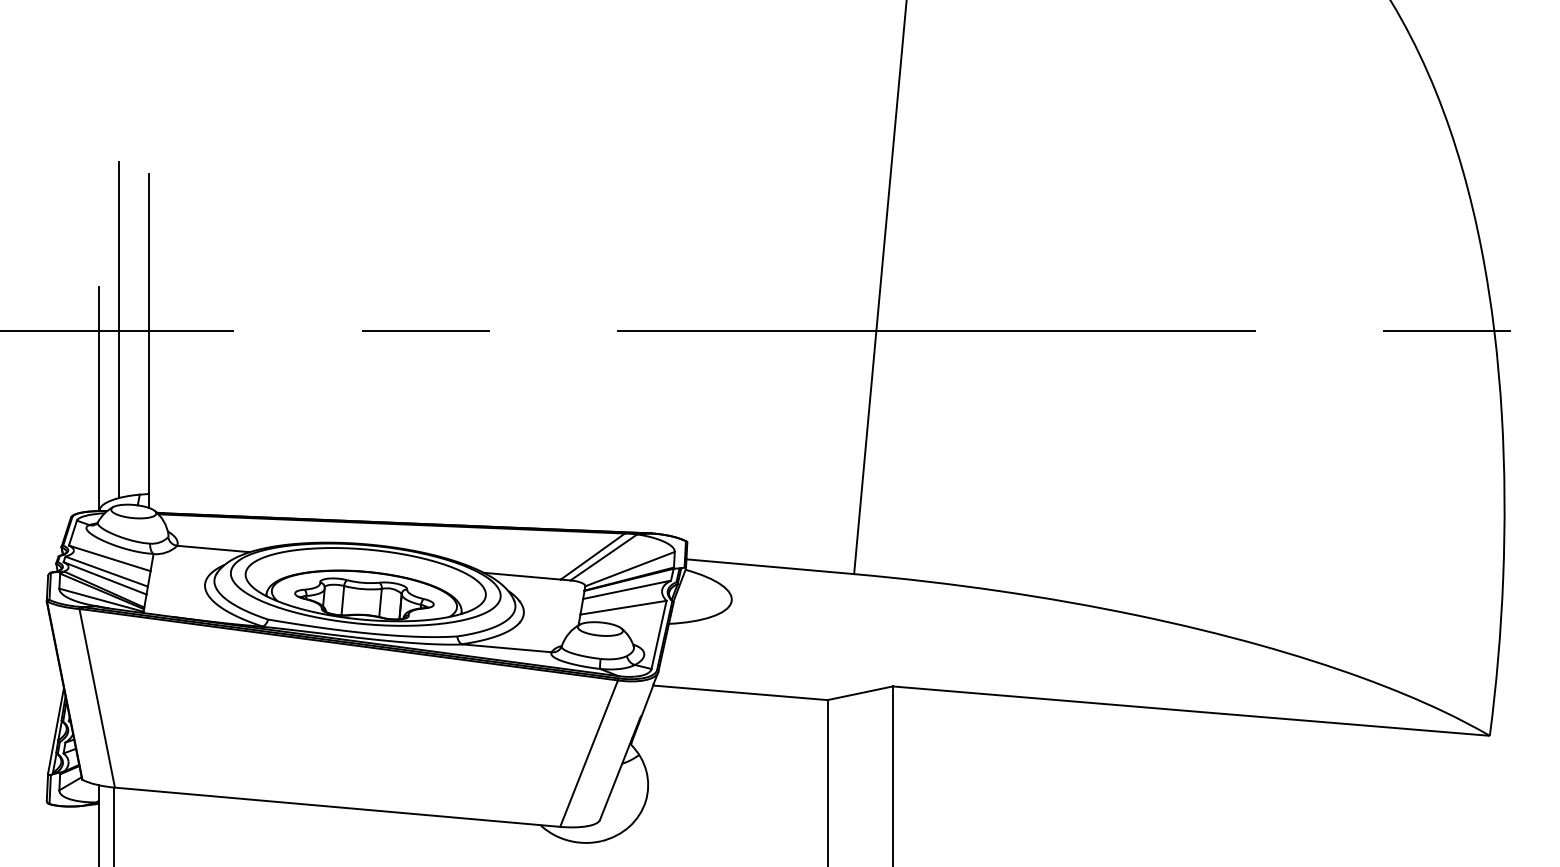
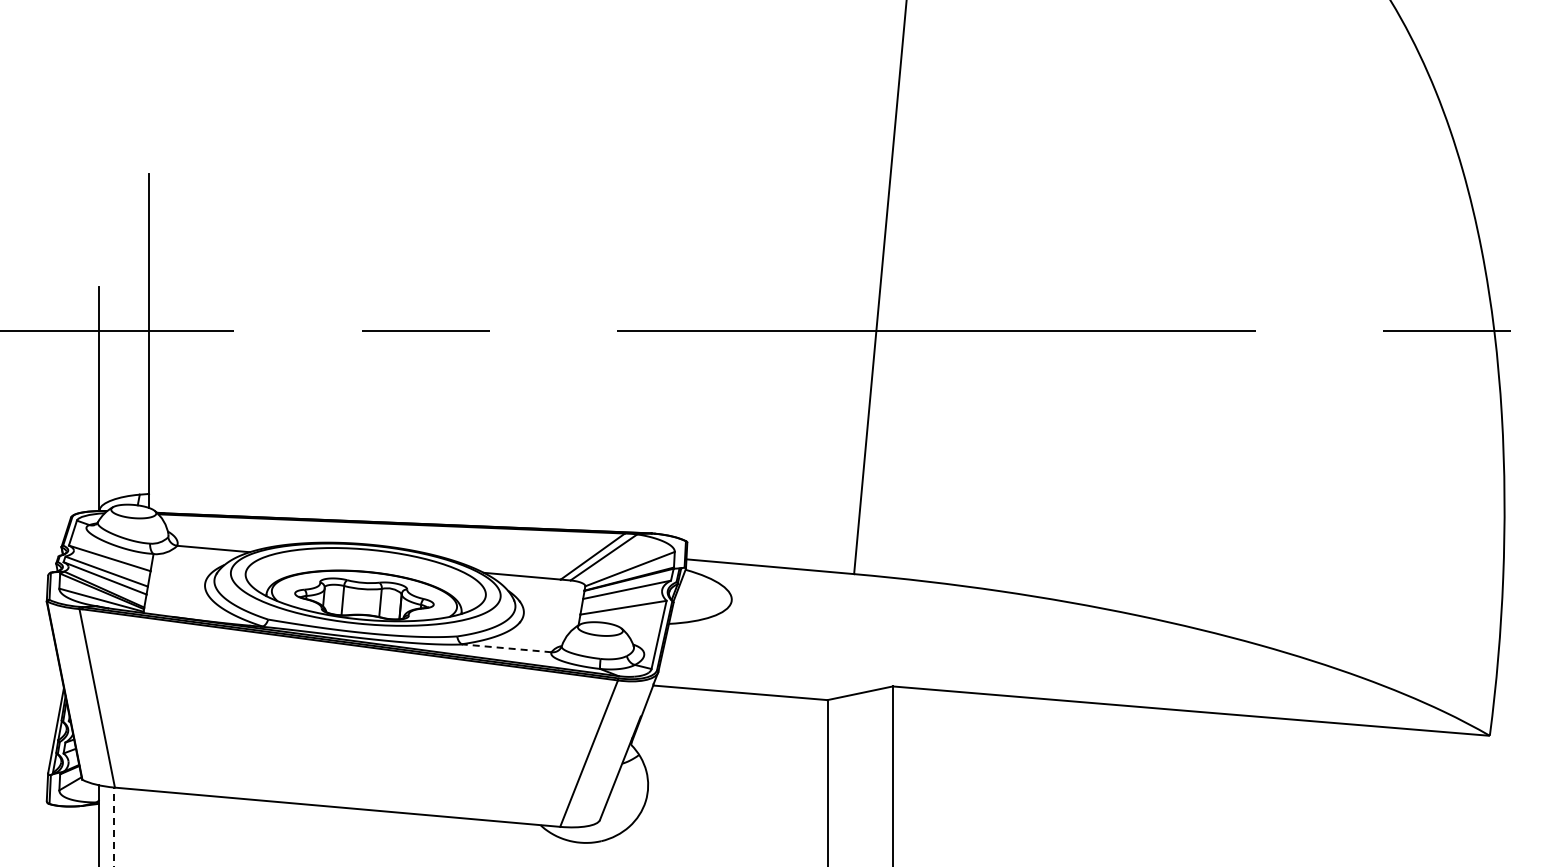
line at (118, 330): present -> none
line at (506, 648): solid -> dashed
line at (113, 826): solid -> dashed
